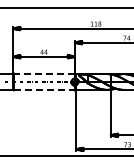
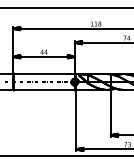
line at (44, 73): dashed -> solid
line at (45, 90): dashed -> solid
